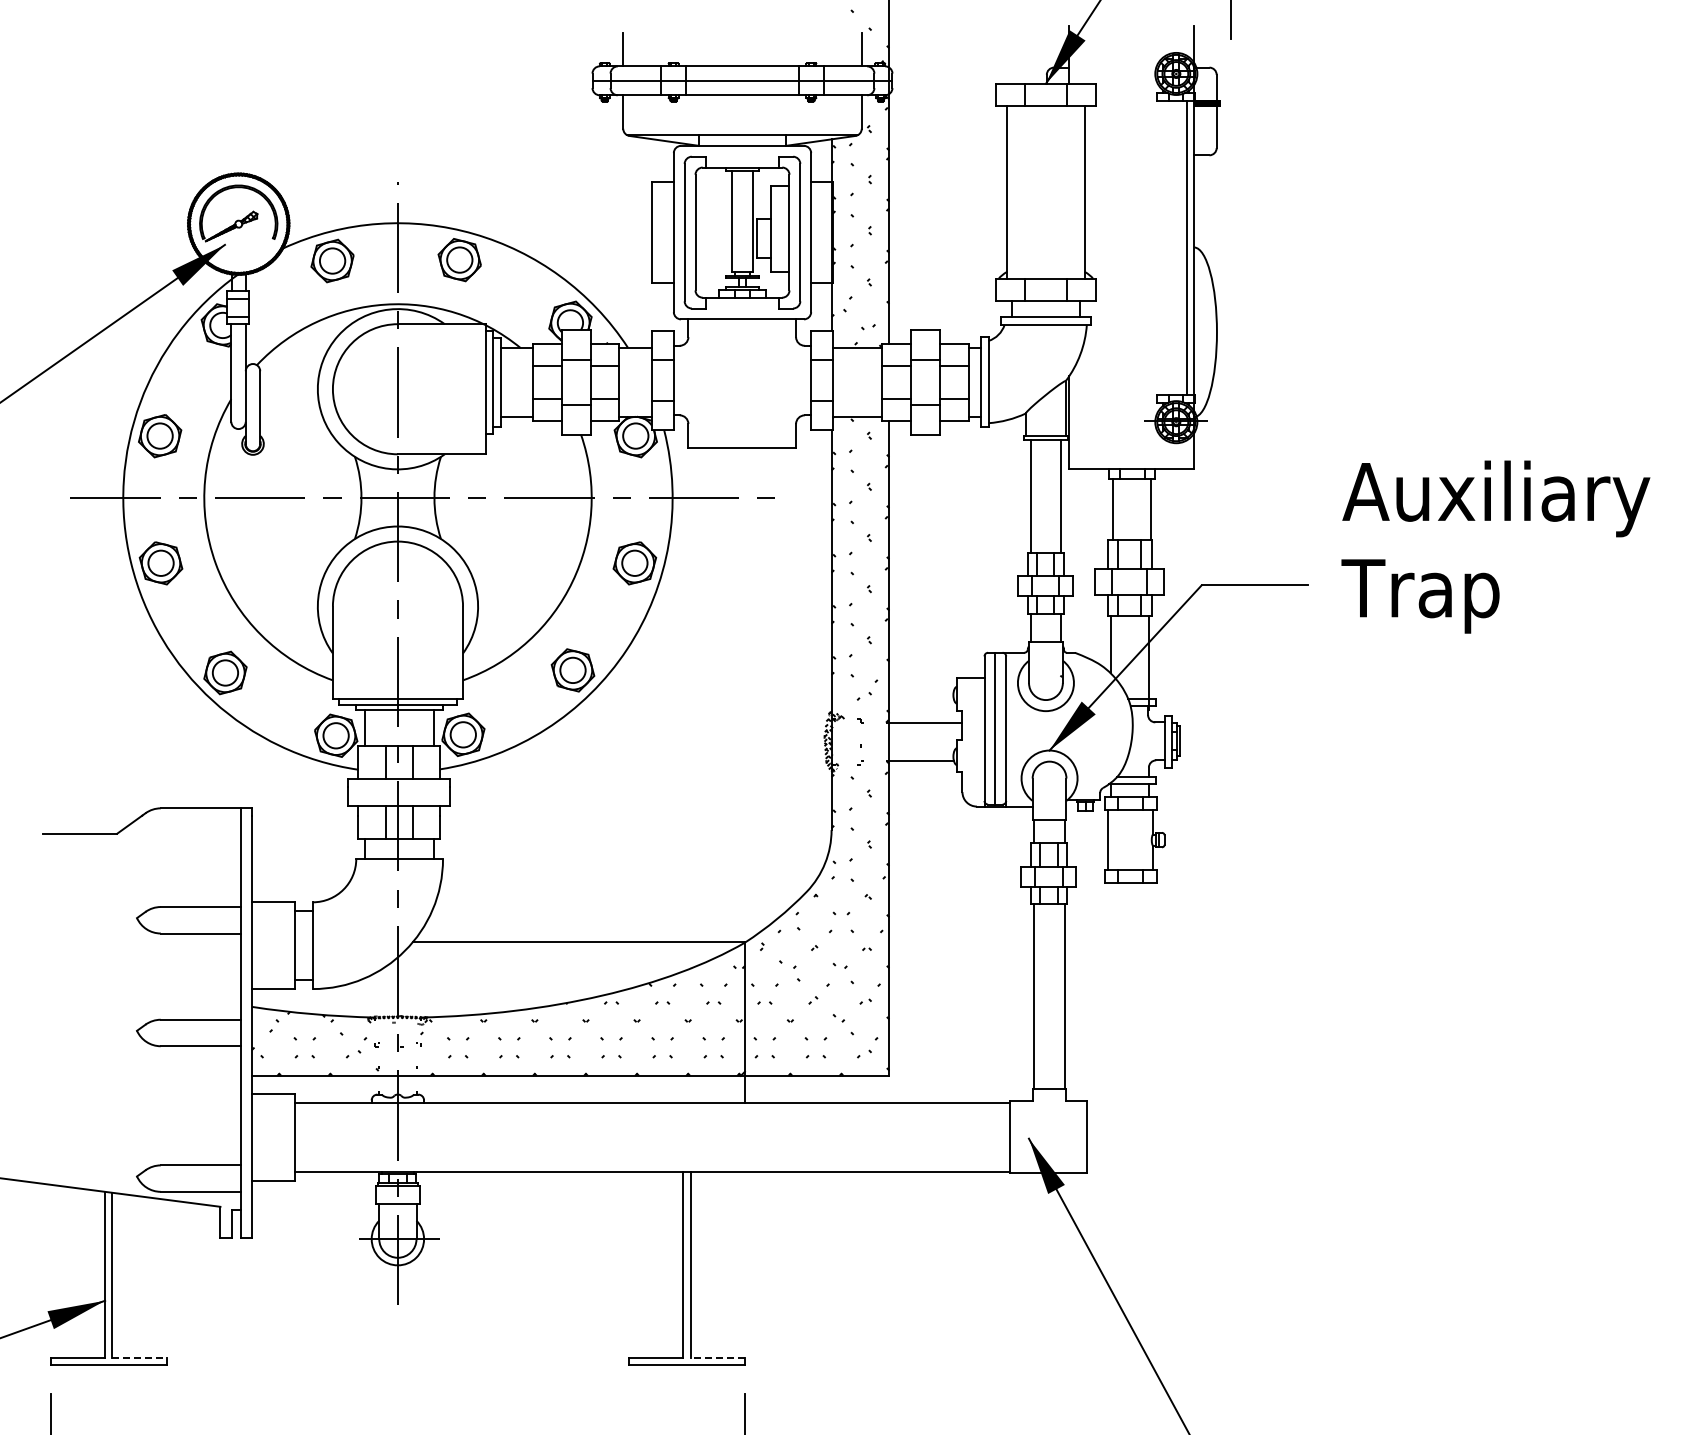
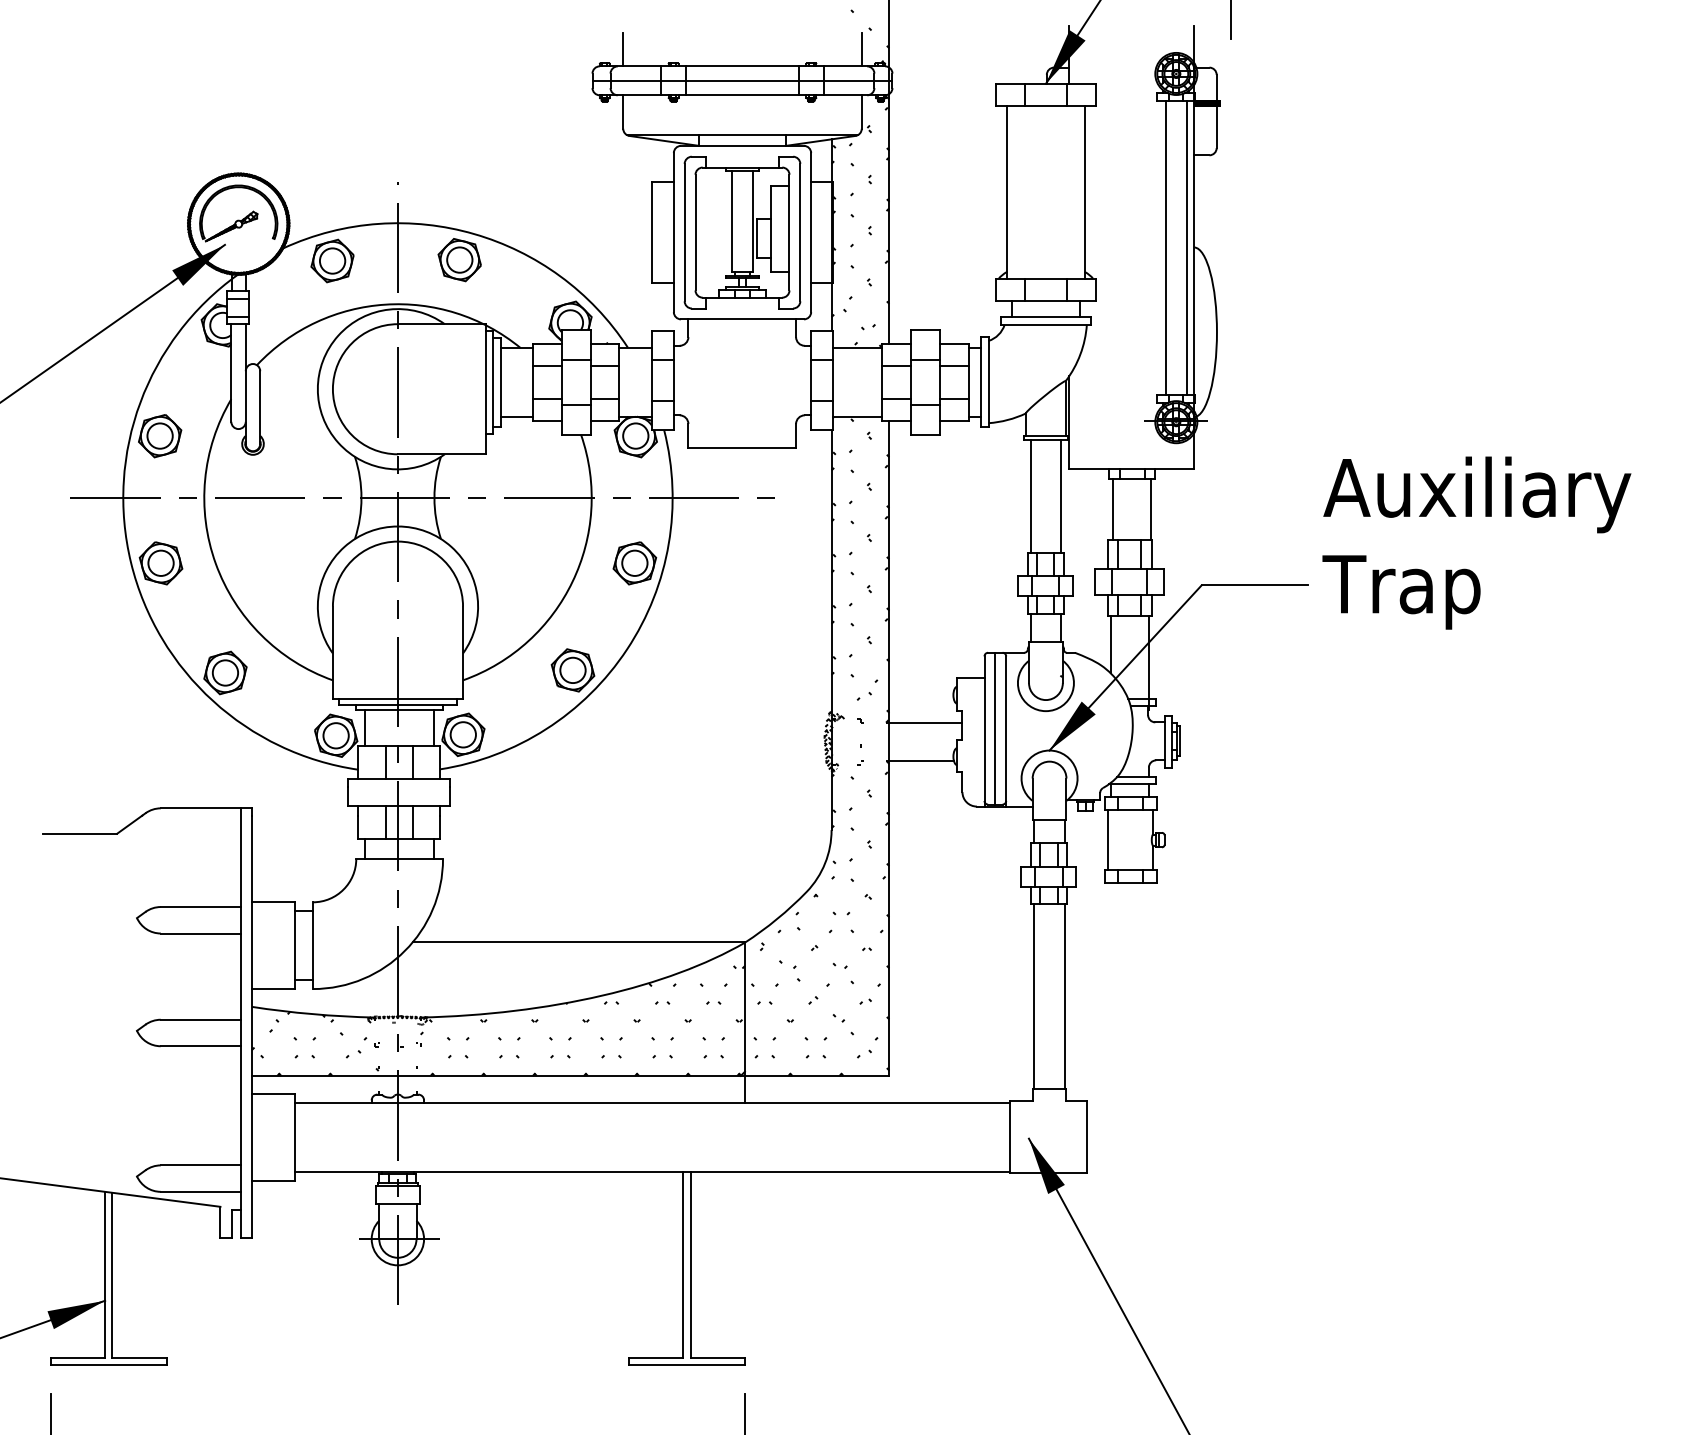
line at (1166, 248): none -> present
text at (1495, 546) position: (1495, 546) -> (1476, 542)
line at (139, 1357): dashed -> solid
line at (717, 1357): dashed -> solid
